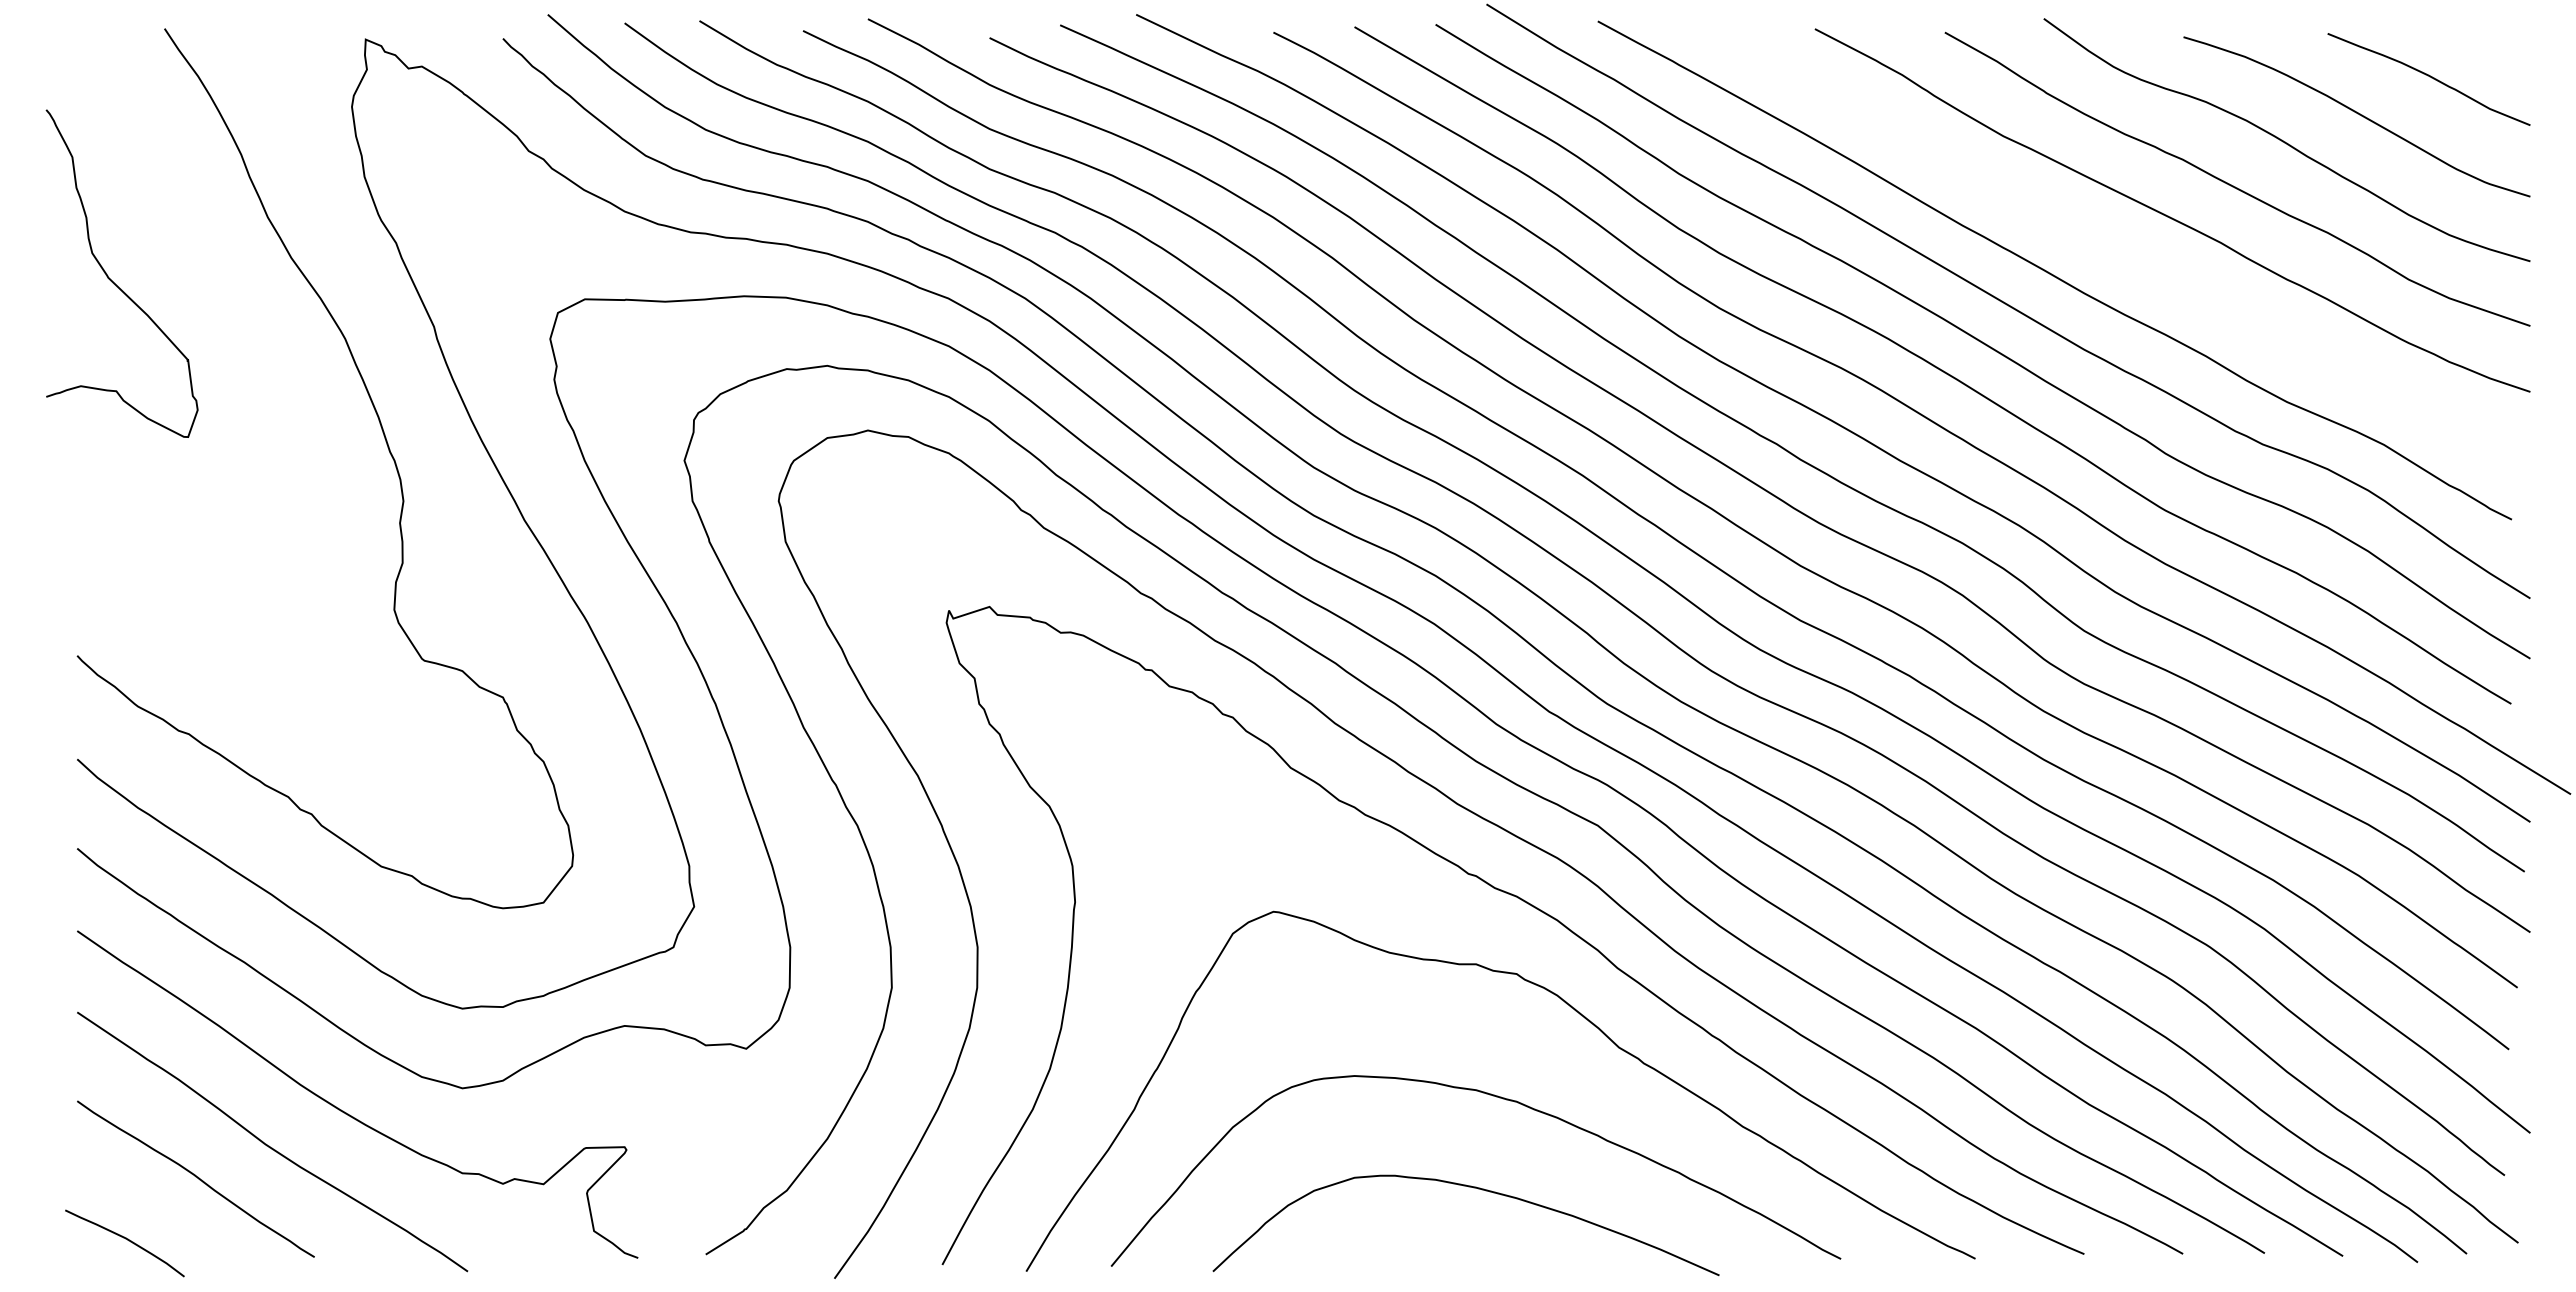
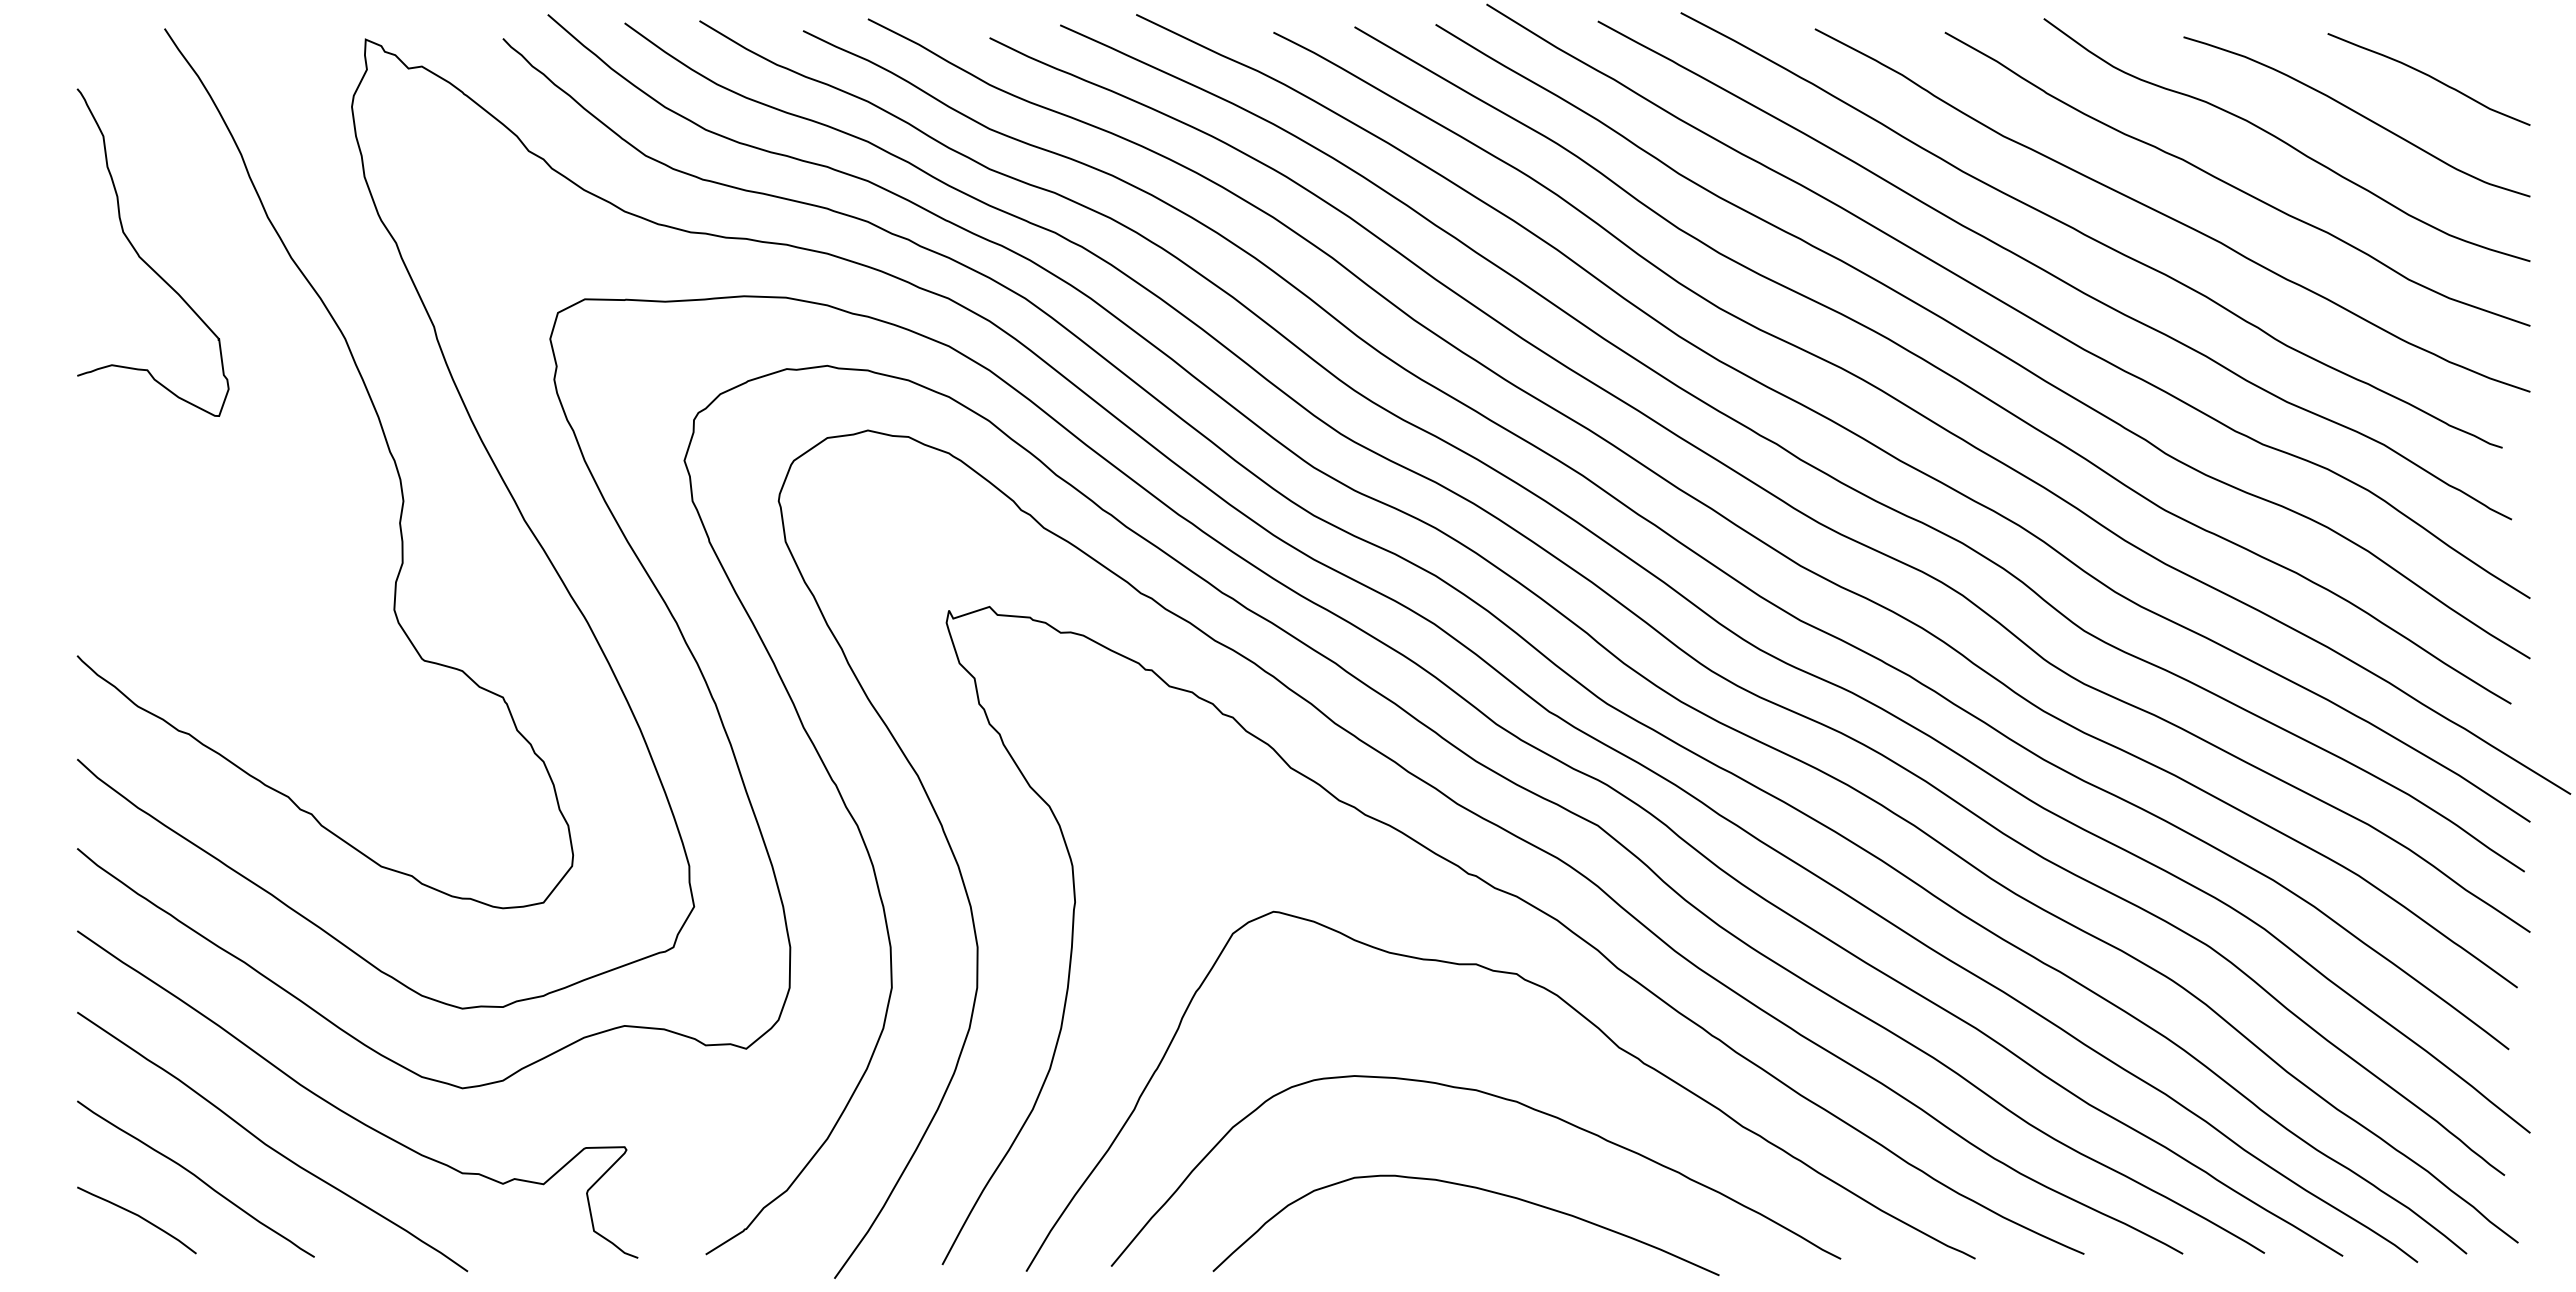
curve at (2088, 235): none -> present
curve at (113, 281) position: (113, 281) -> (144, 260)
curve at (125, 1239) position: (125, 1239) -> (137, 1216)
